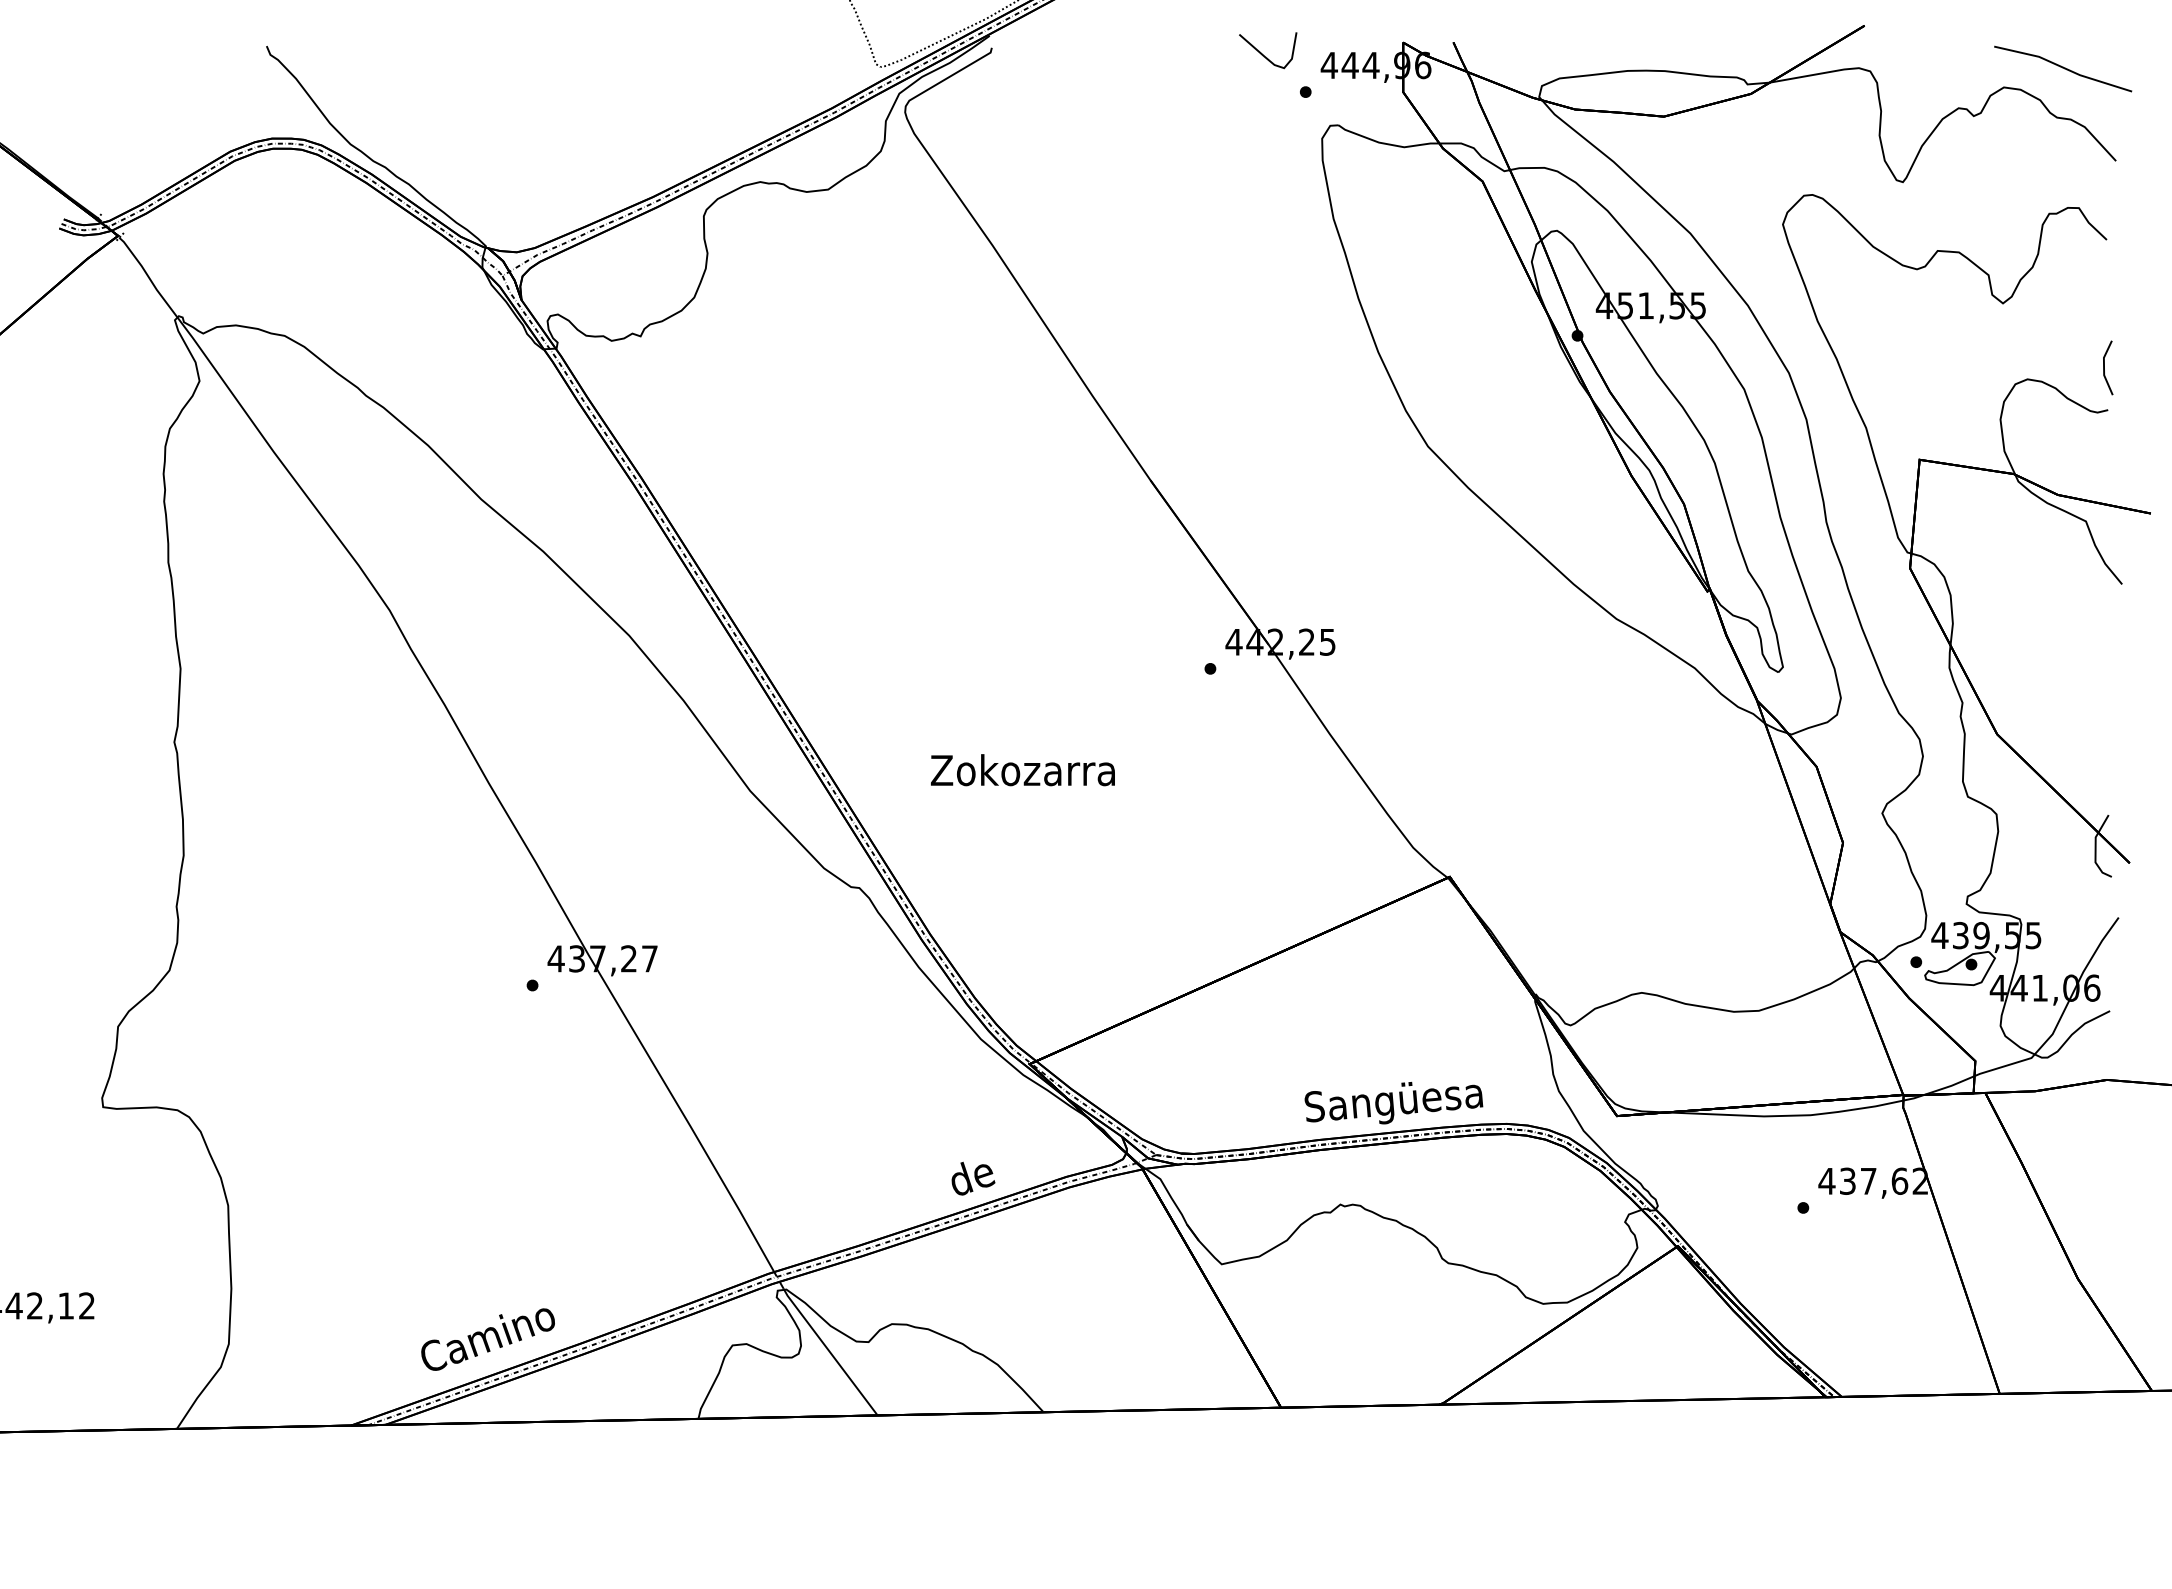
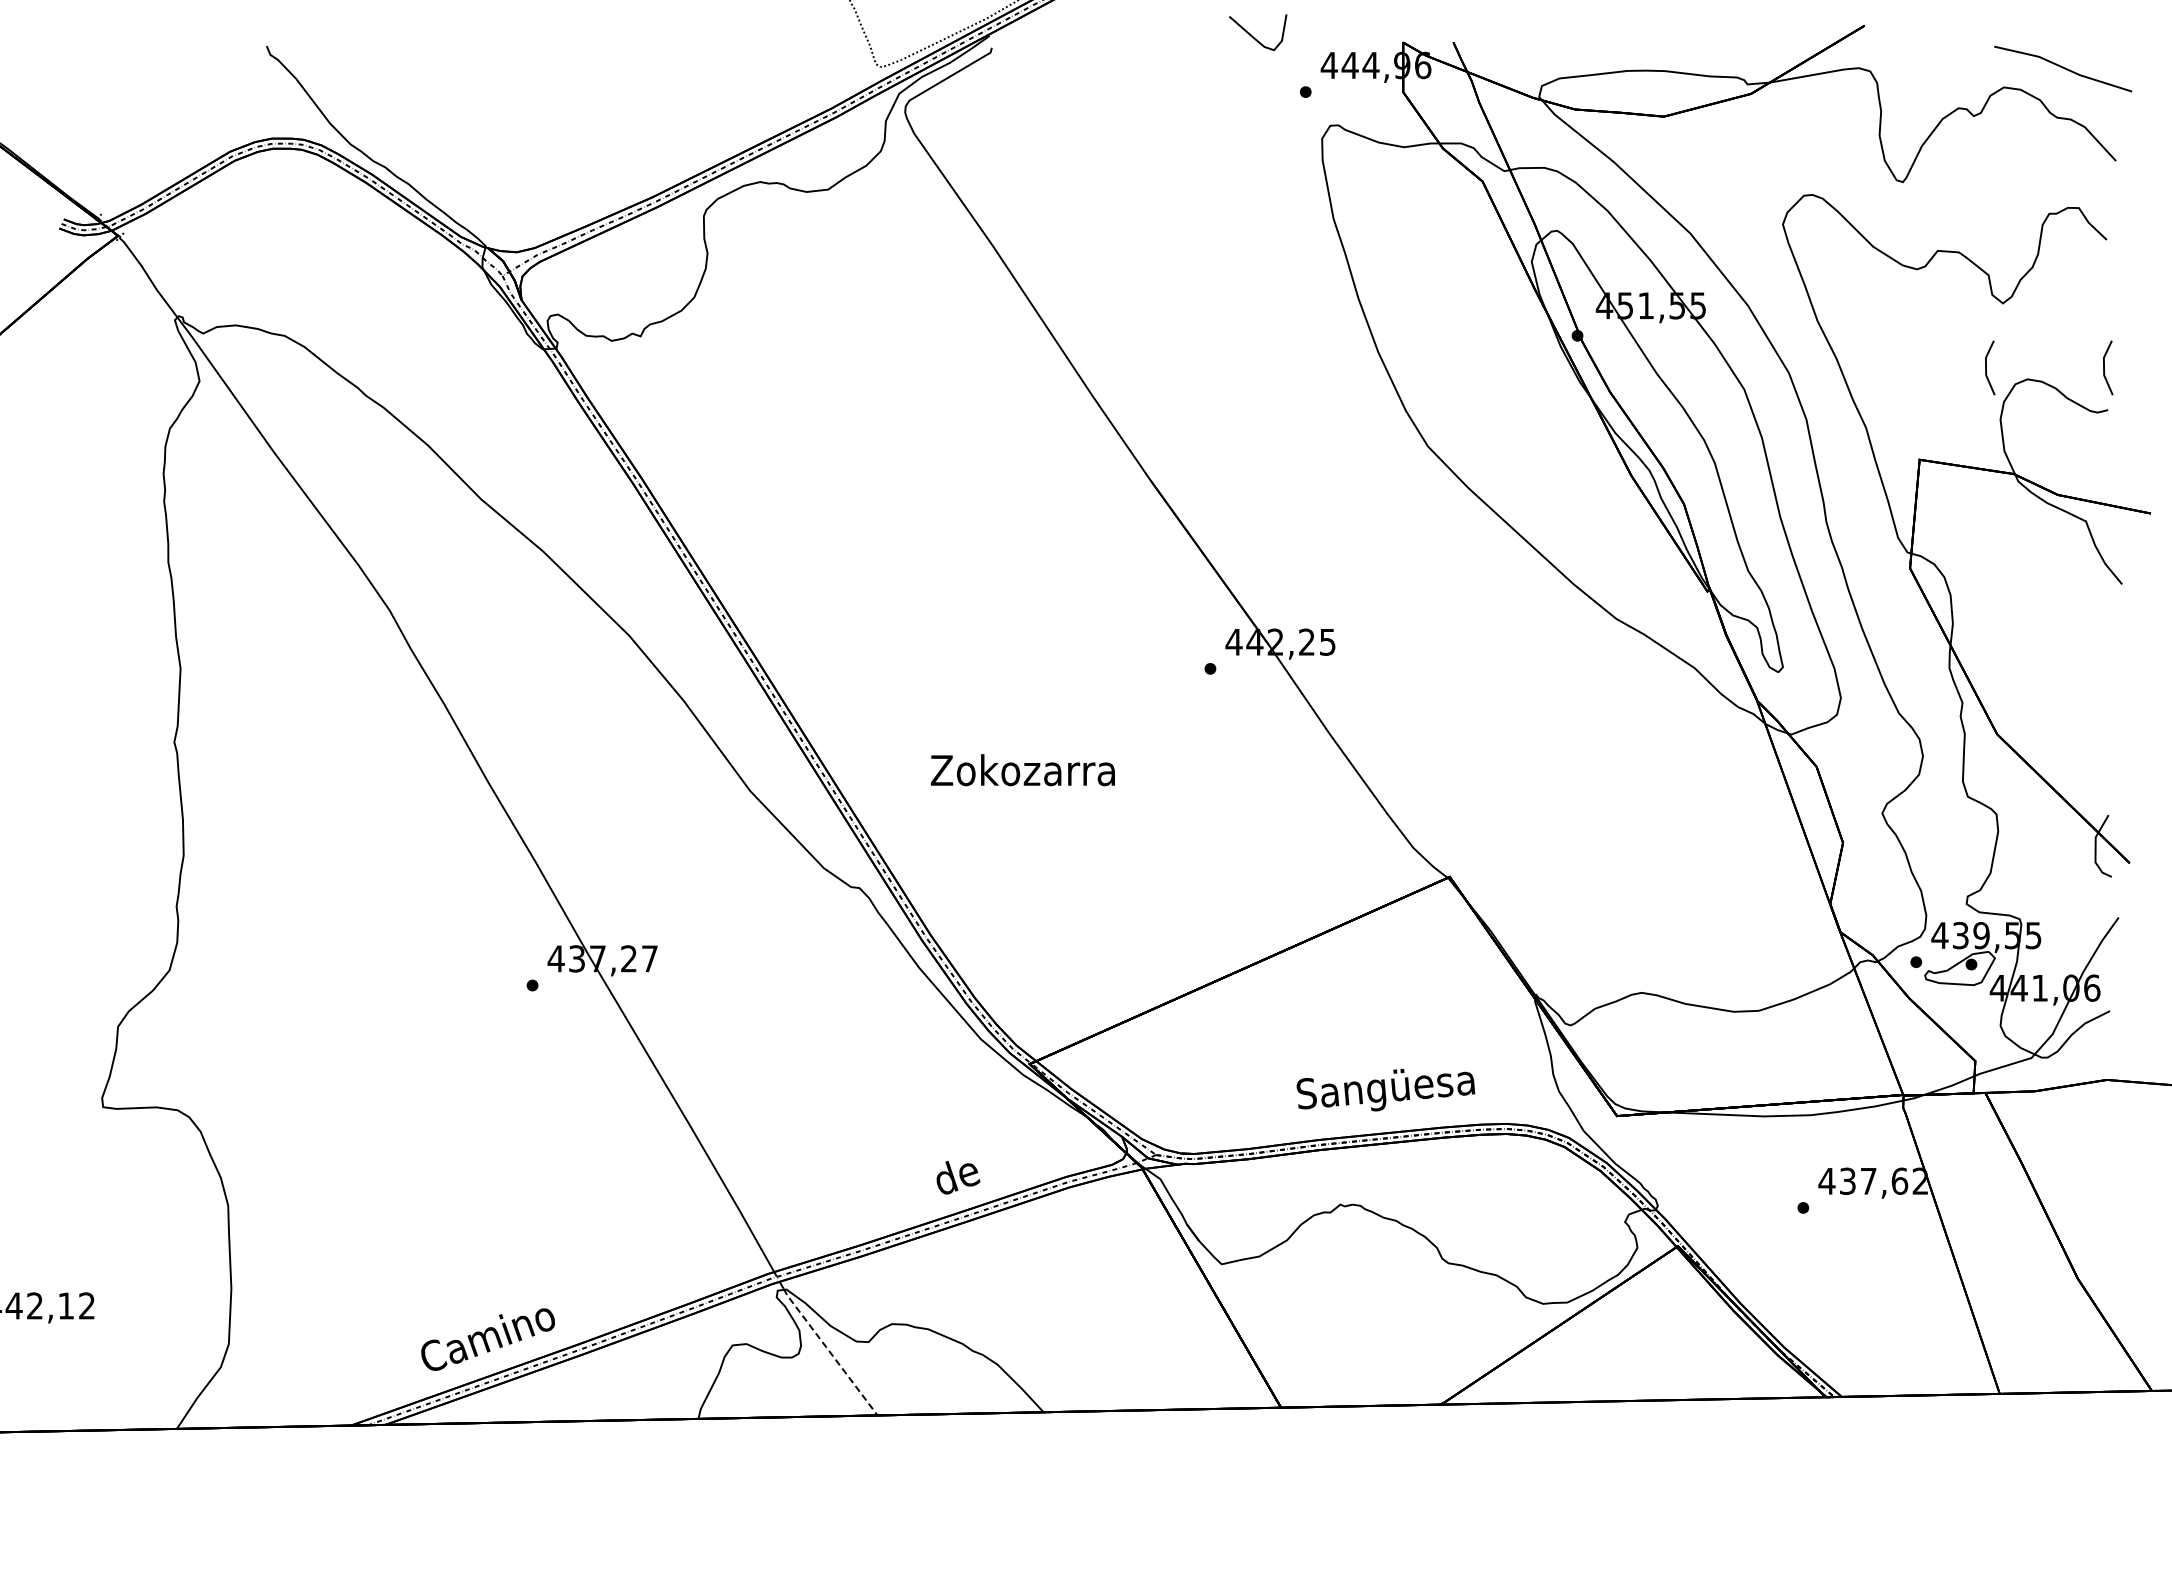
curve at (1263, 54) position: (1263, 54) -> (1253, 36)
line at (1986, 367): none -> present
text at (1393, 1102) position: (1393, 1102) -> (1385, 1089)
text at (973, 1178) position: (973, 1178) -> (958, 1177)
line at (830, 1352): solid -> dashed
